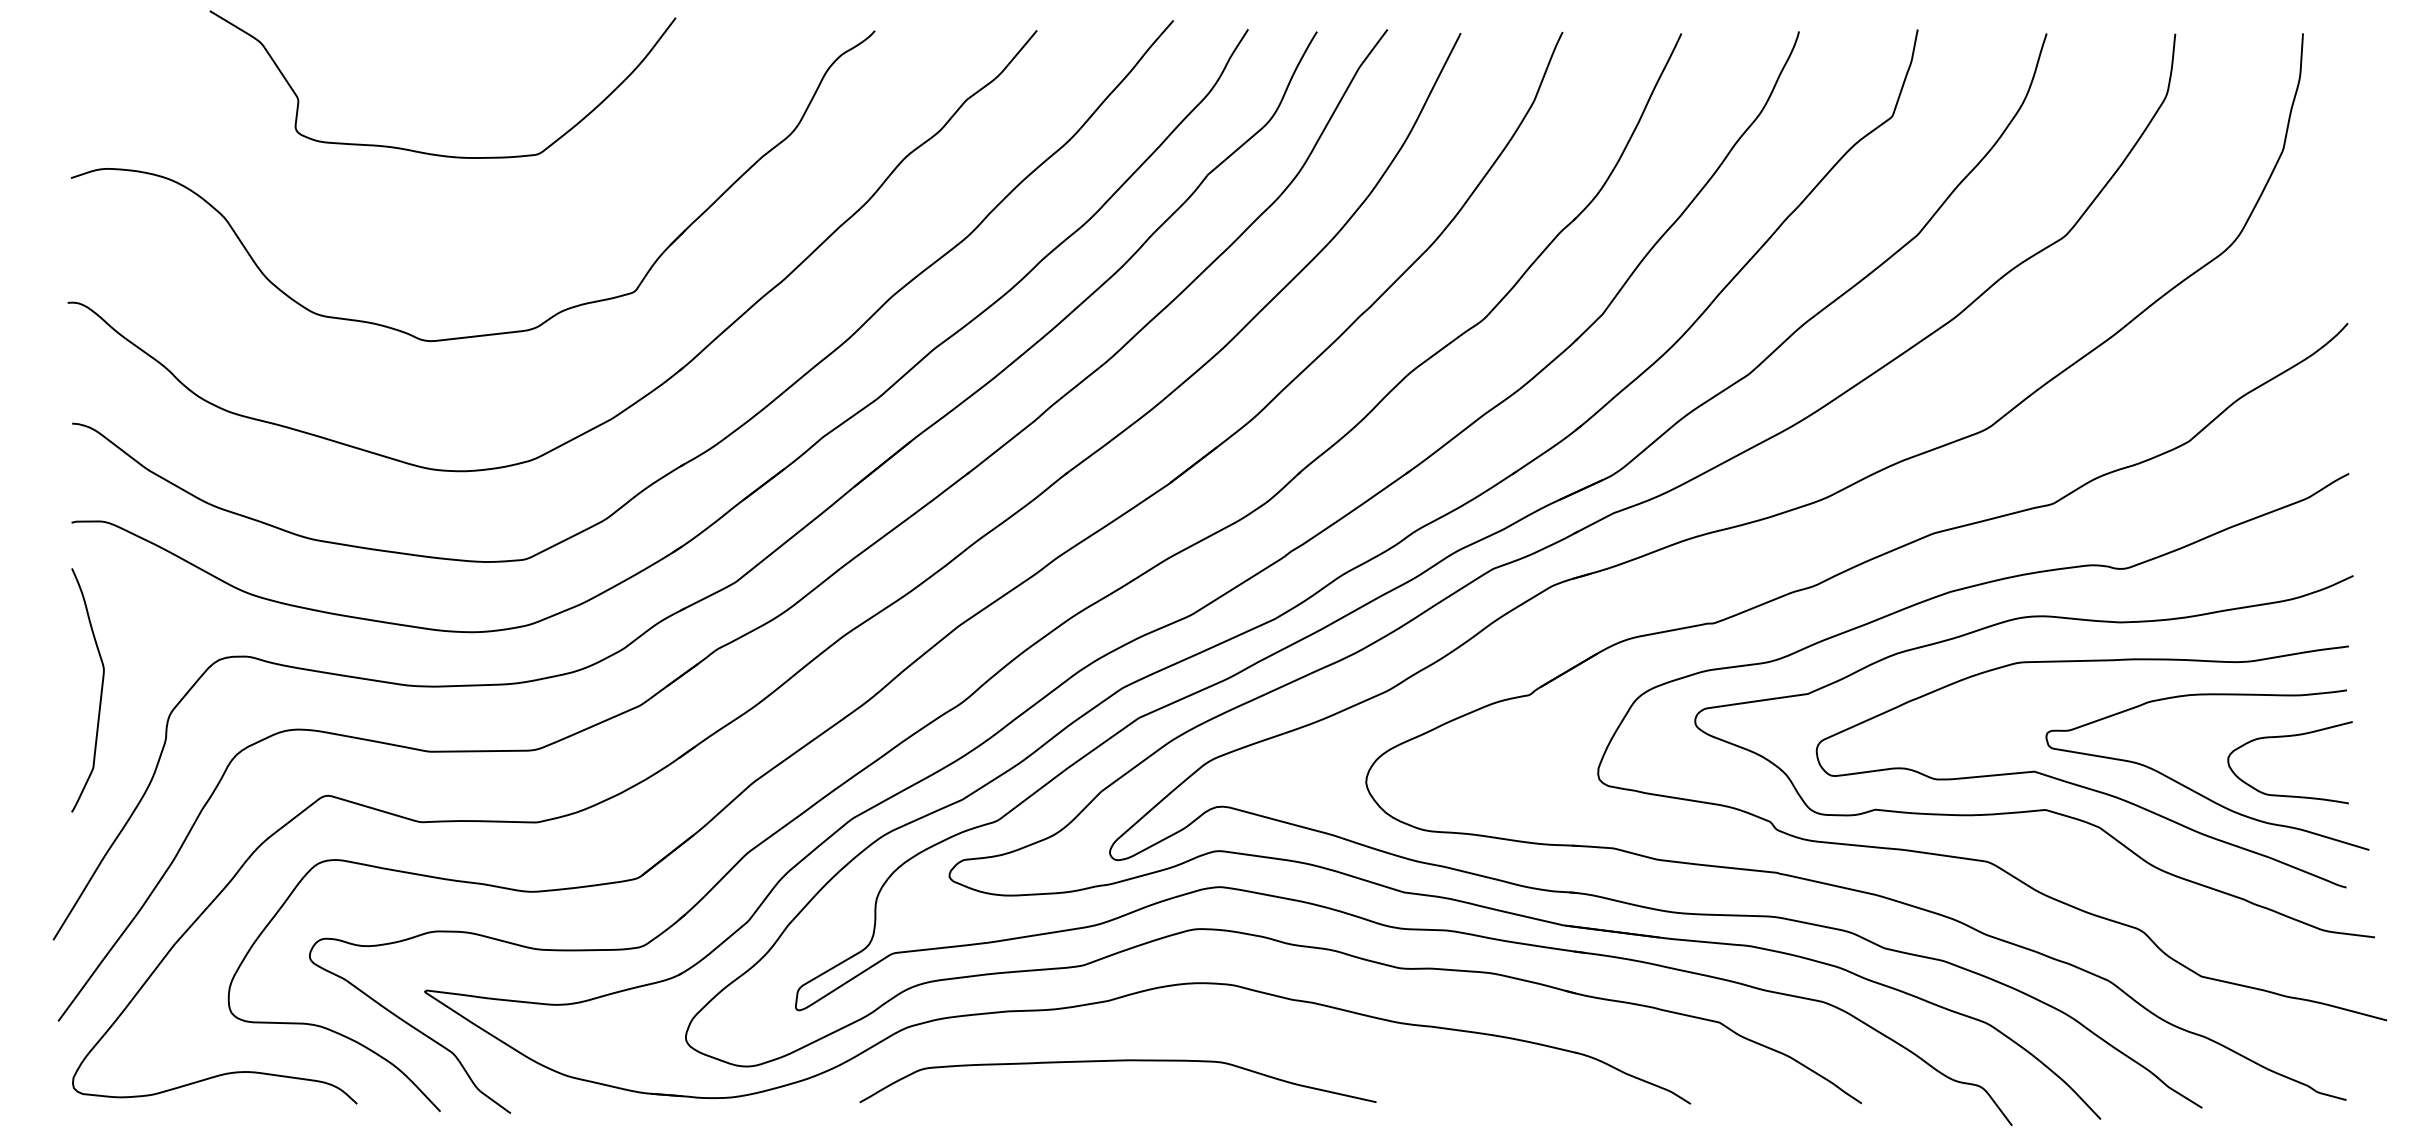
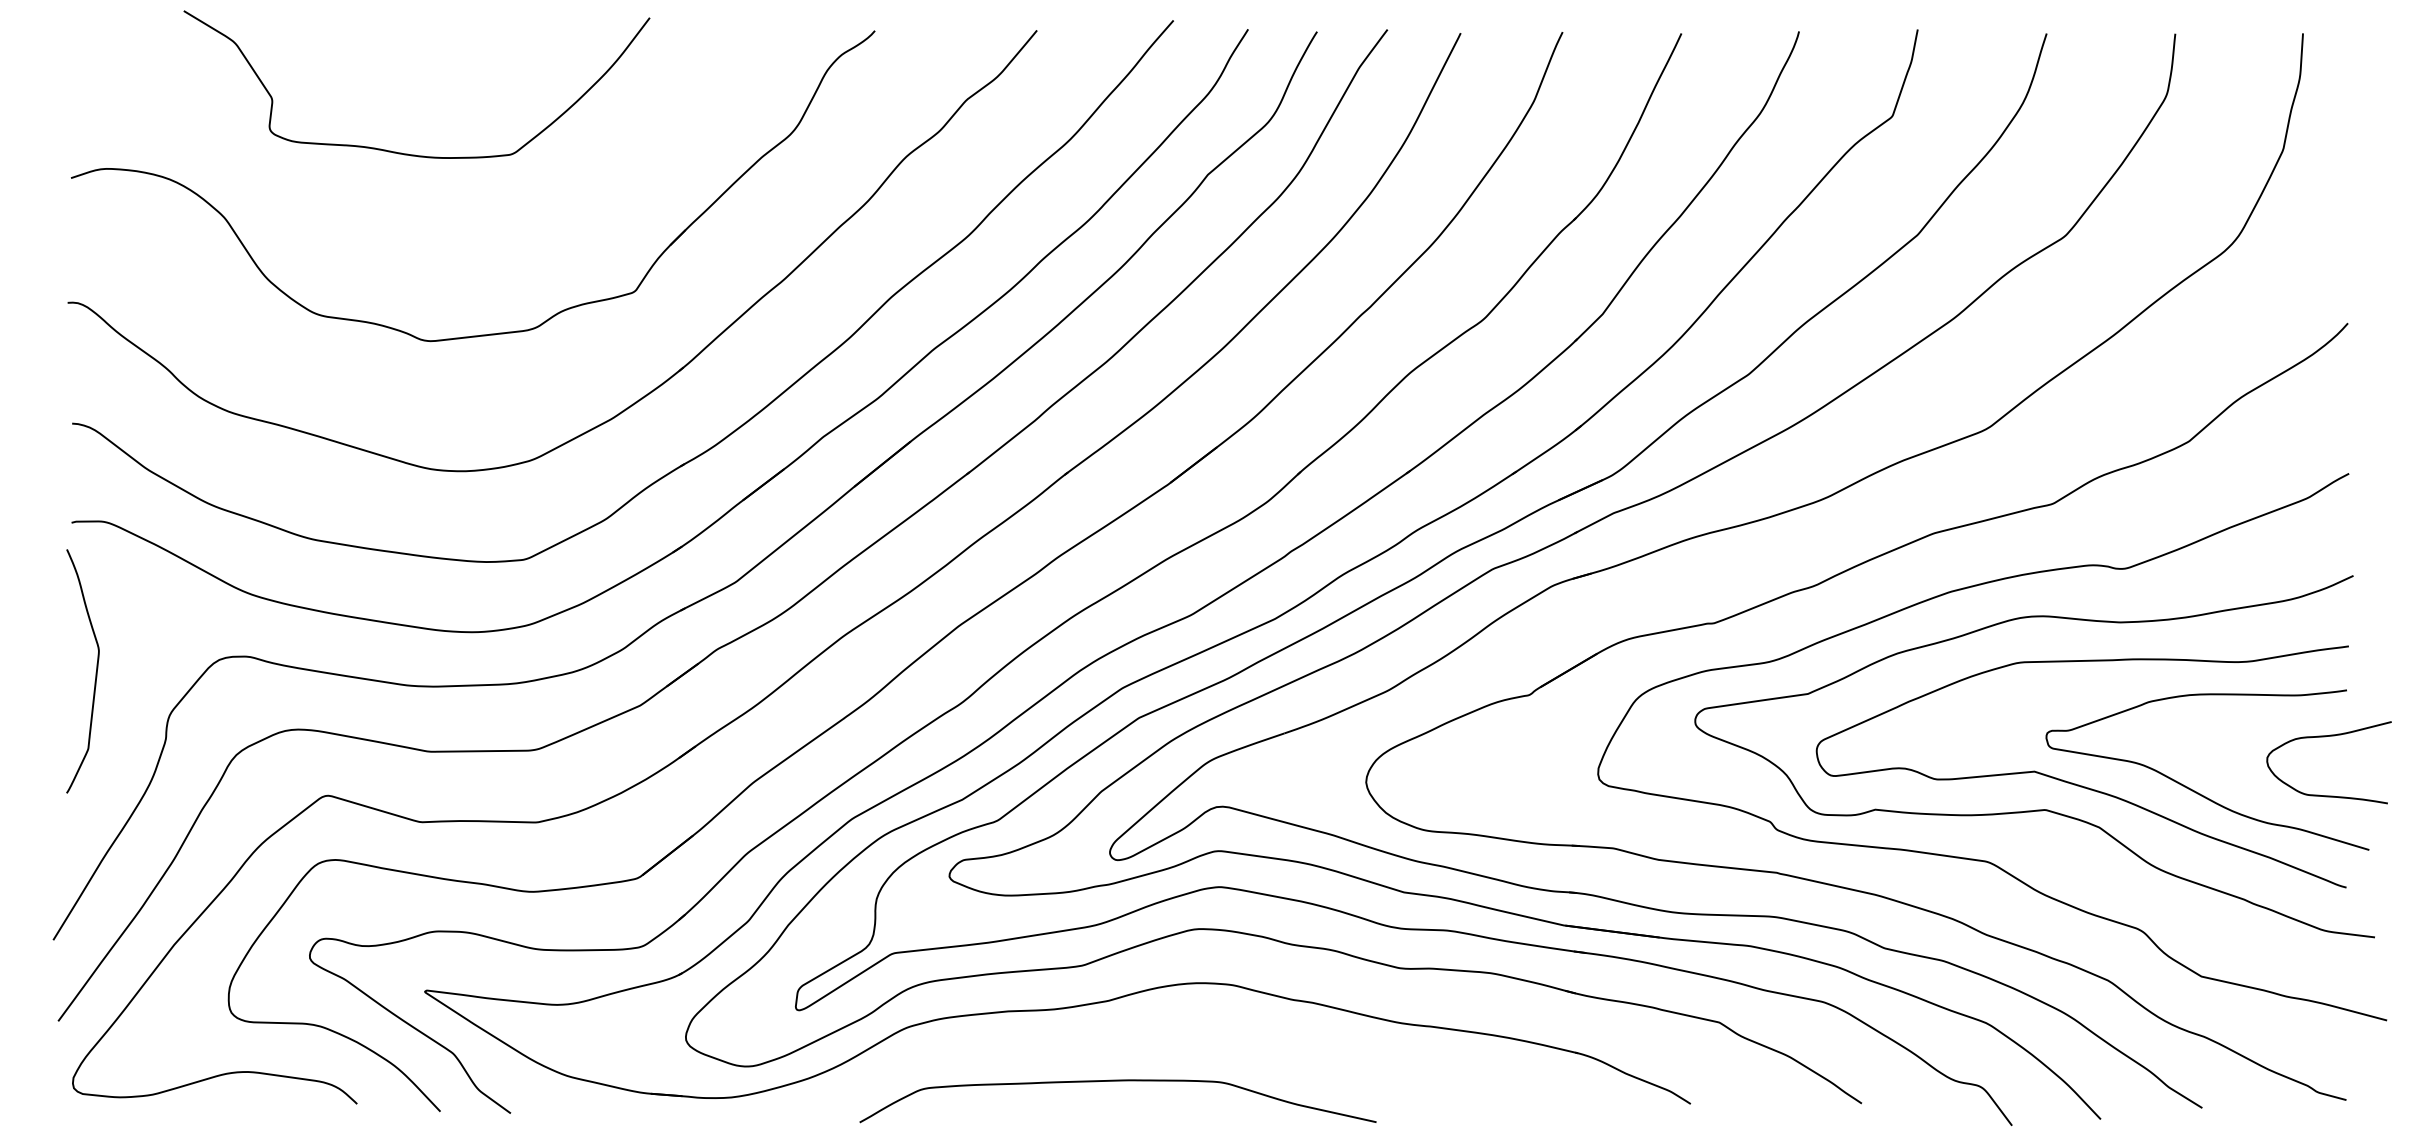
curve at (434, 153) position: (434, 153) -> (408, 153)
curve at (100, 691) position: (100, 691) -> (95, 672)
curve at (2286, 737) position: (2286, 737) -> (2325, 737)
curve at (1117, 1061) position: (1117, 1061) -> (1117, 1081)
